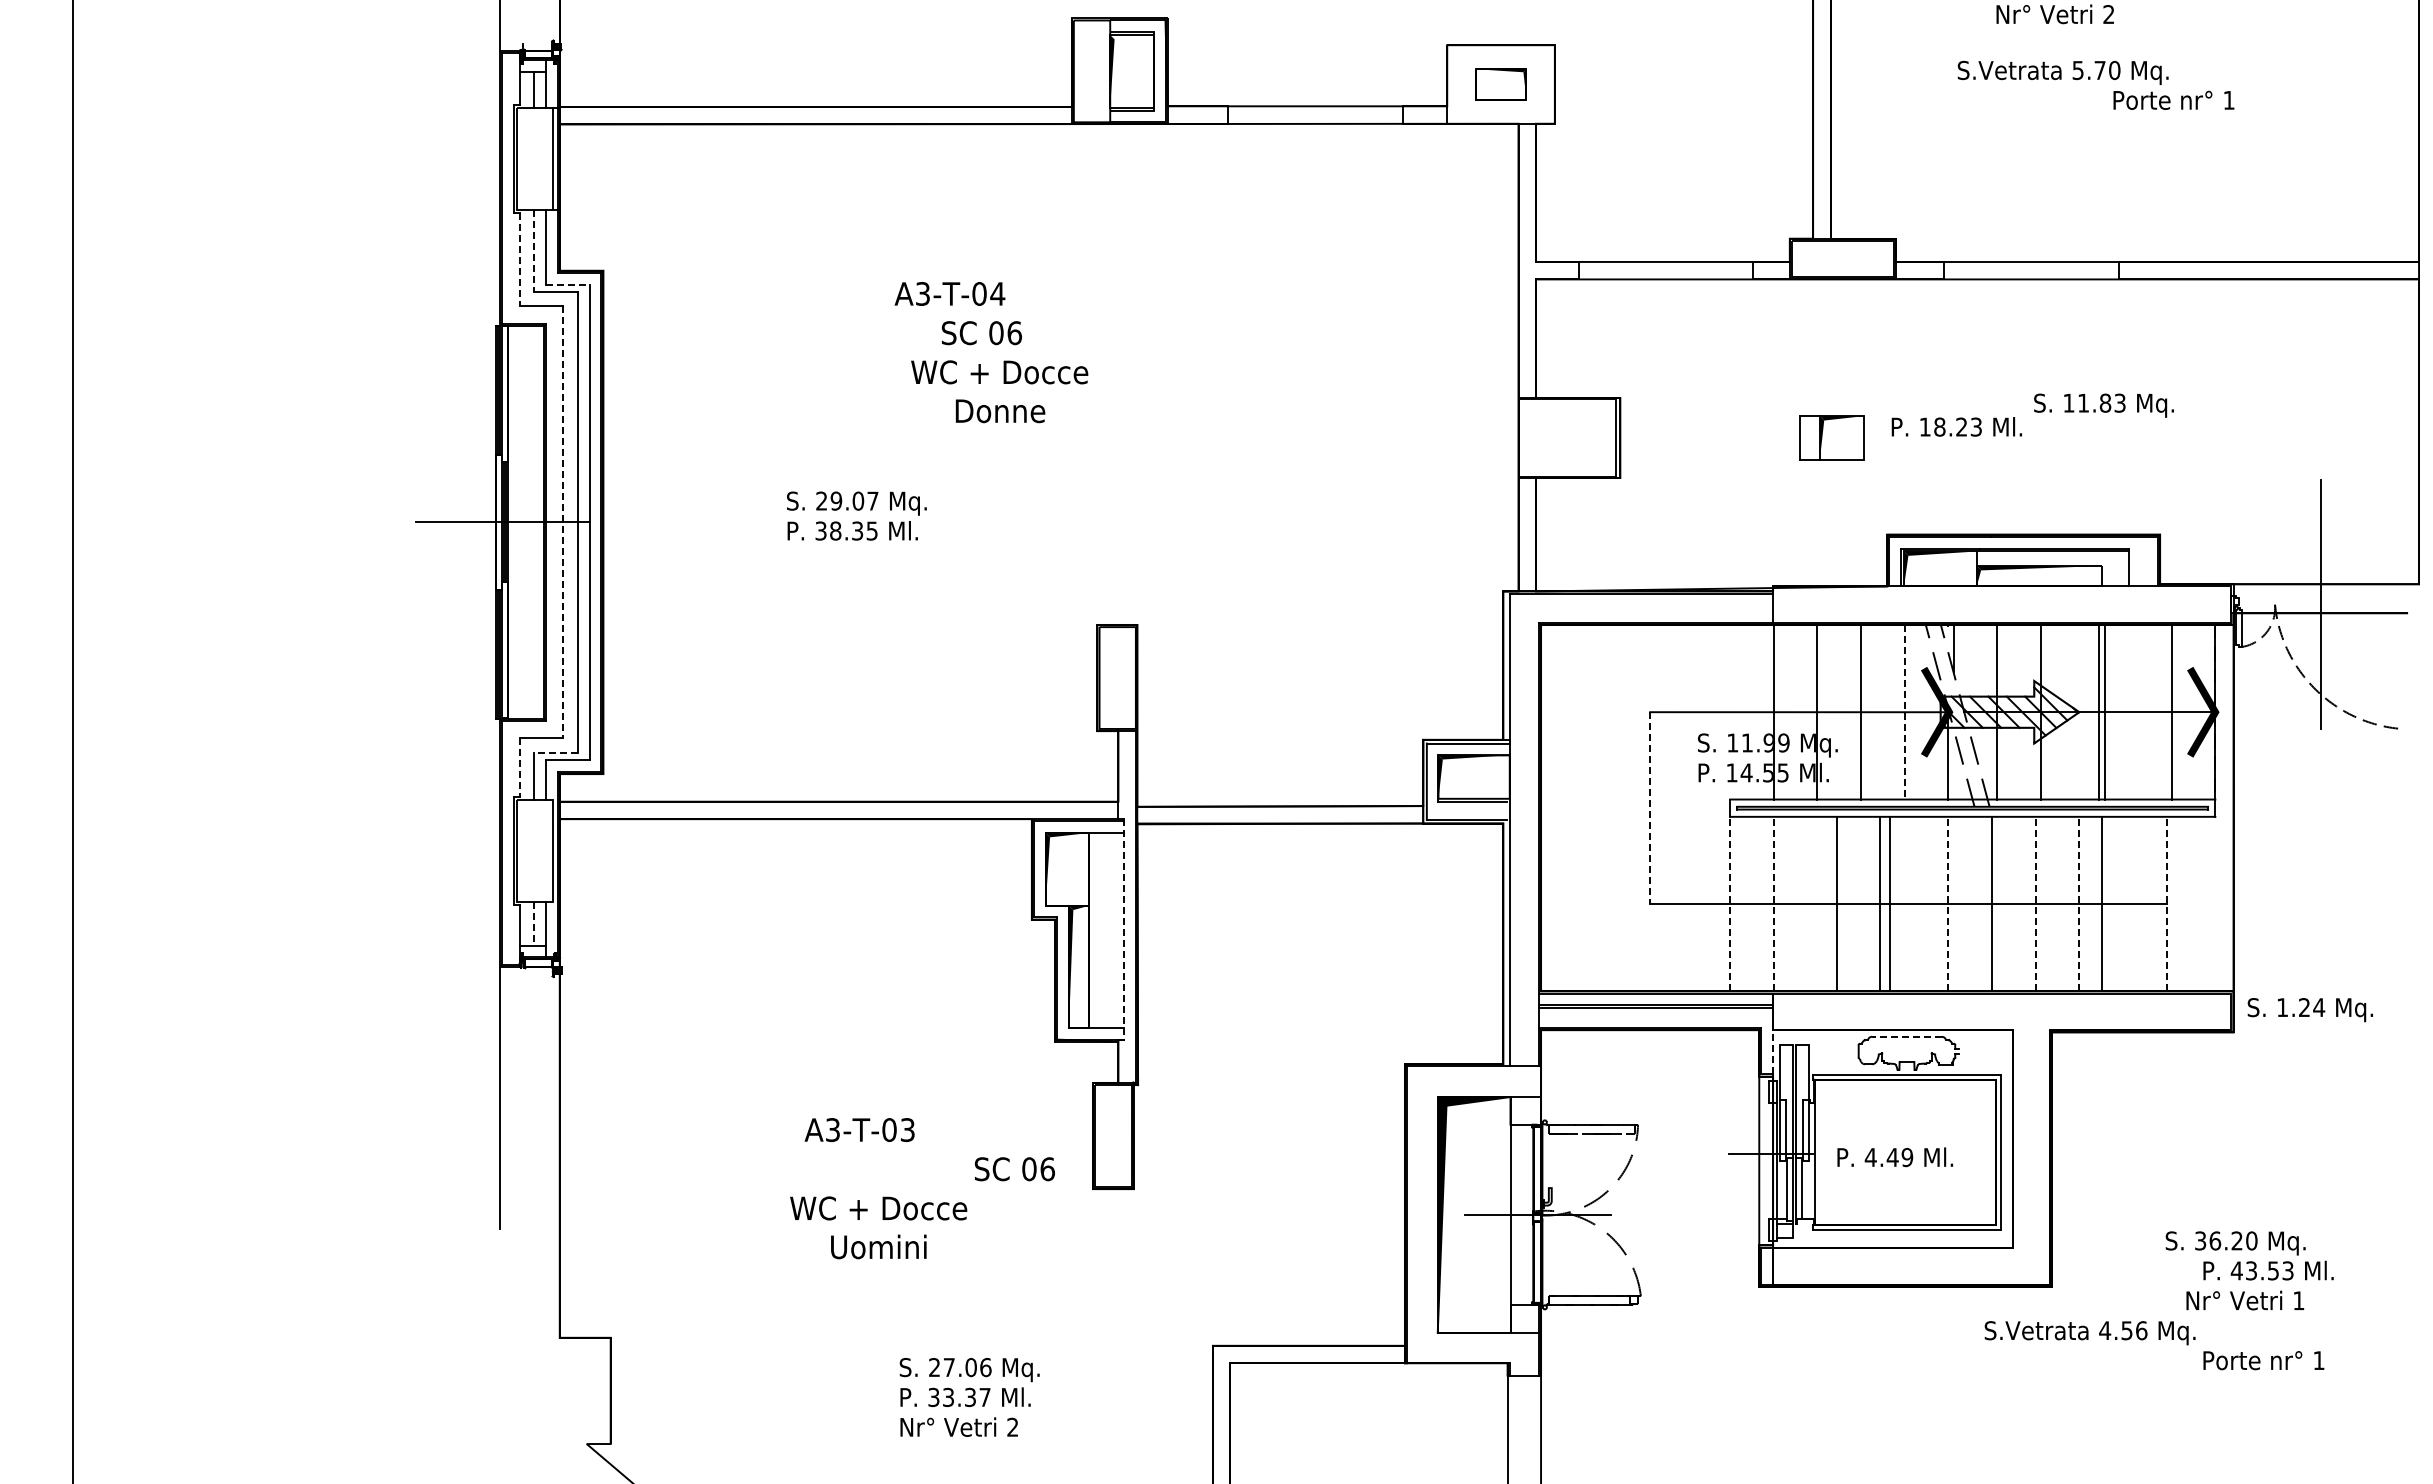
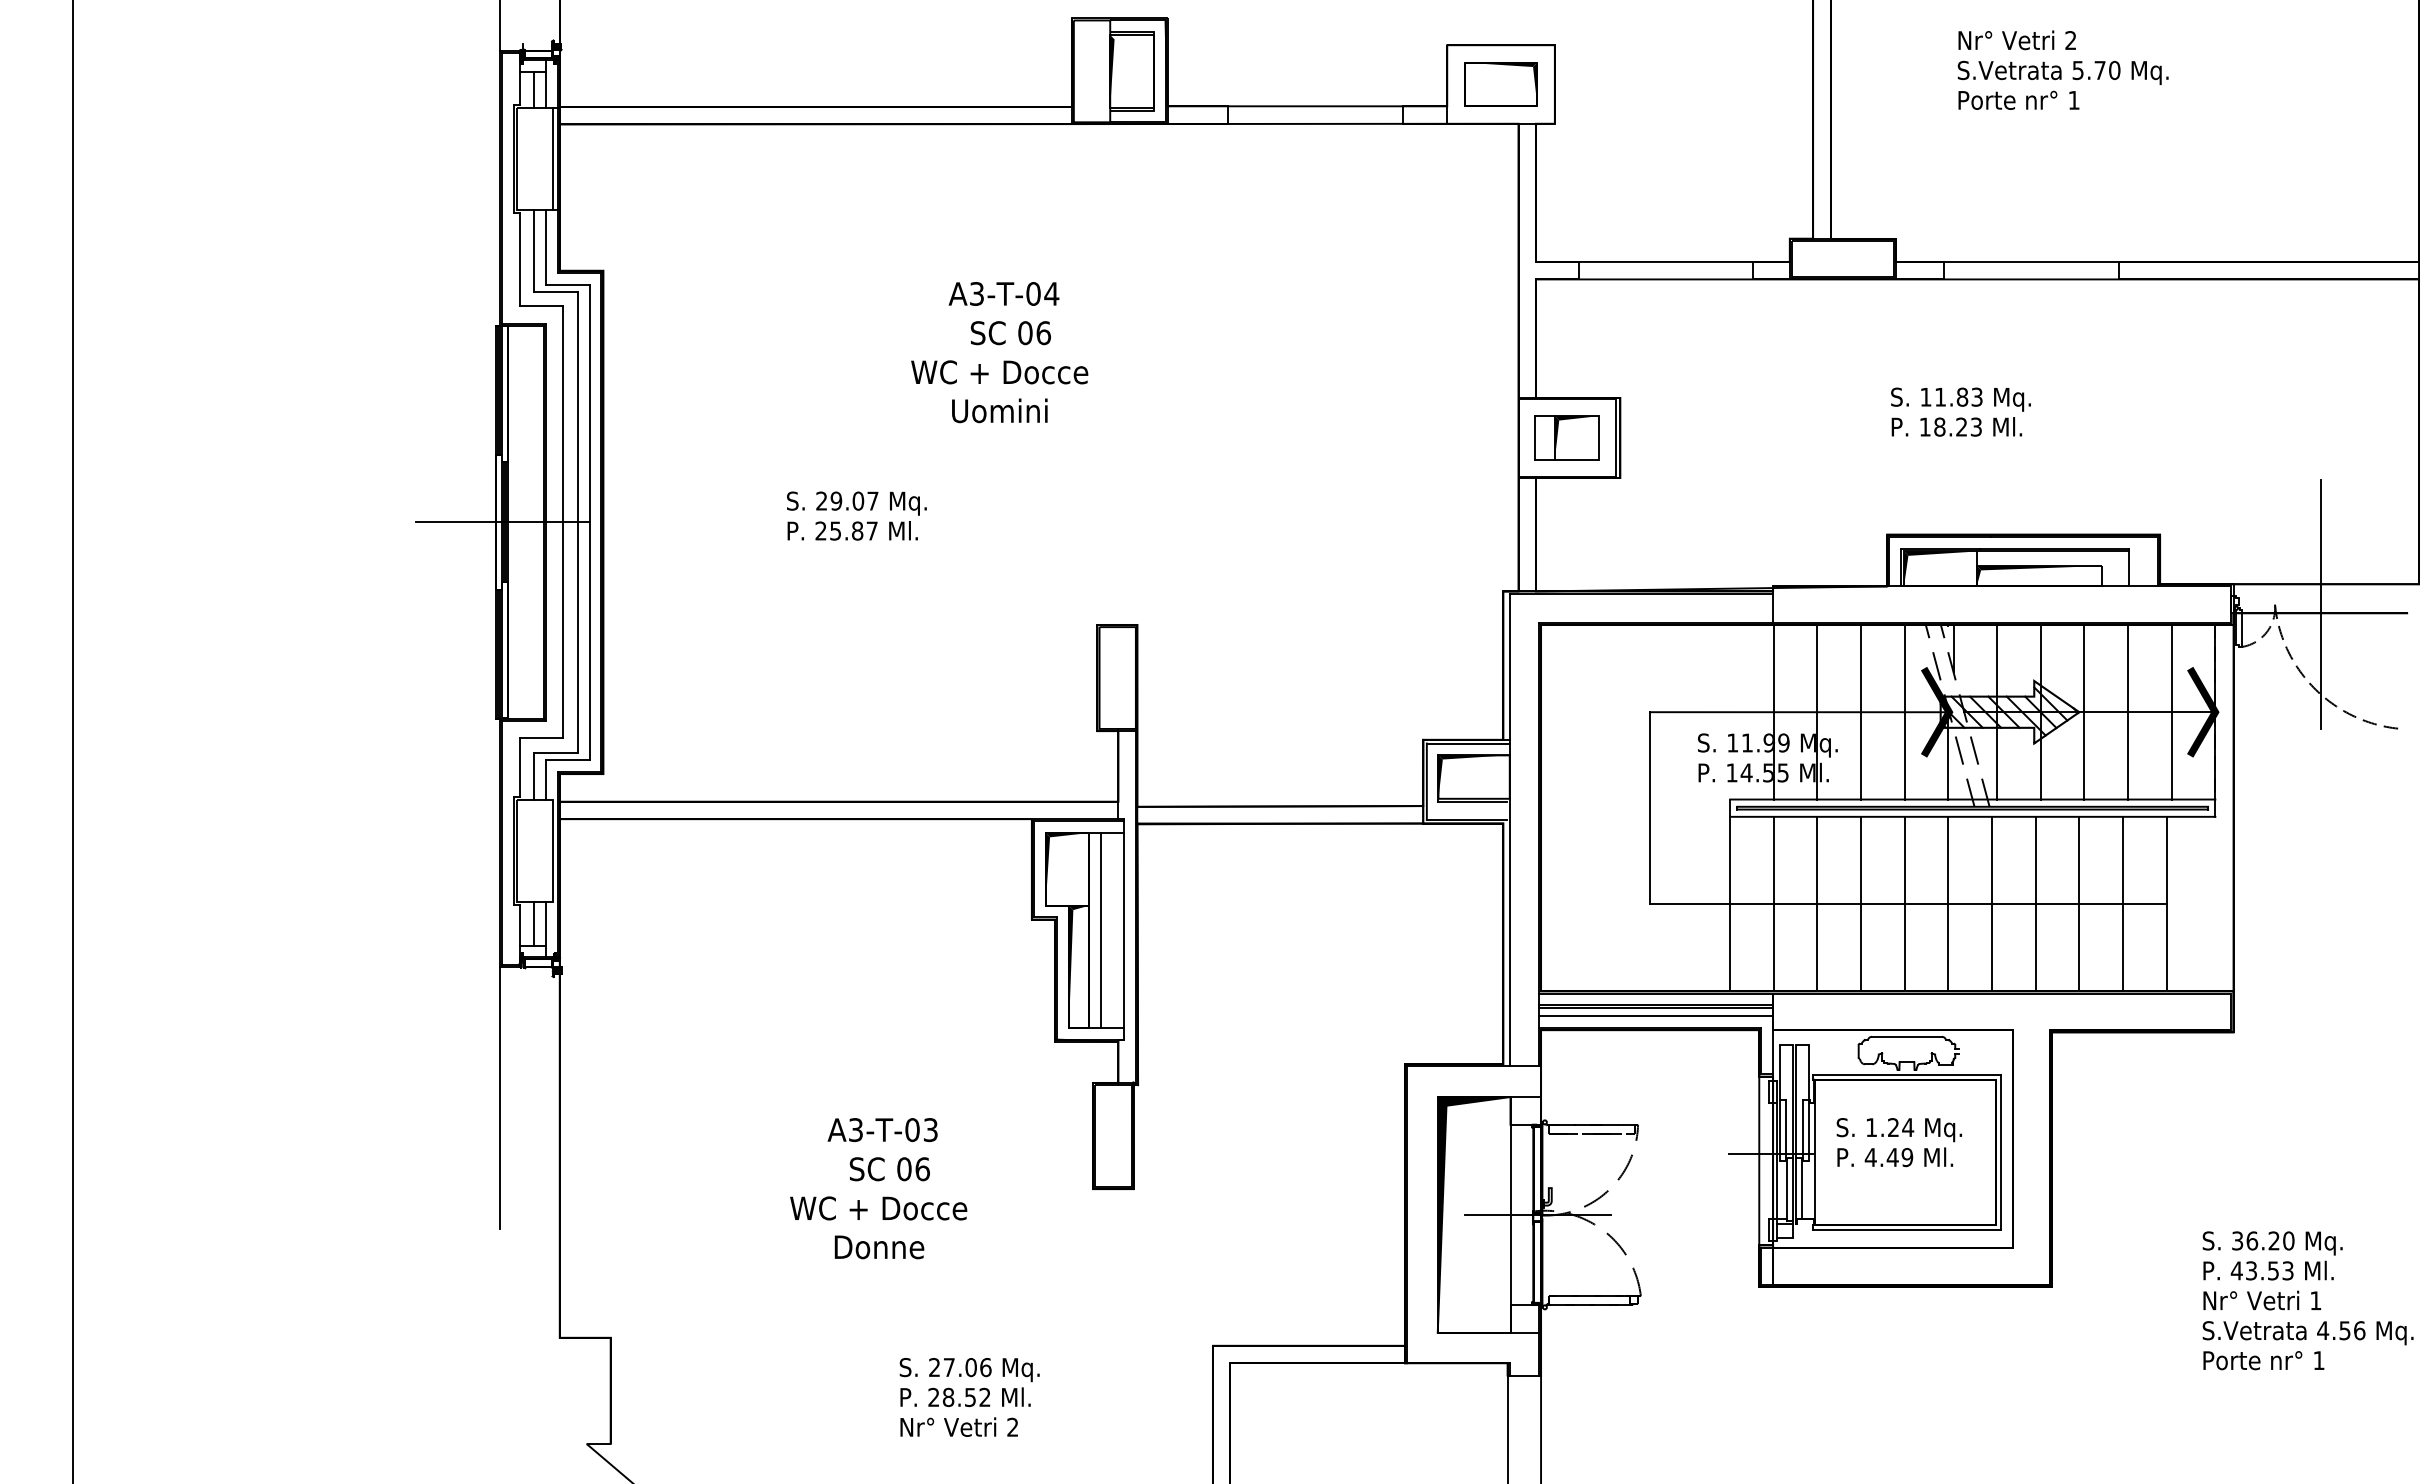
text at (2054, 14) position: (2054, 14) -> (2016, 40)
part at (1500, 84) size: 52x33 px -> 74x45 px
text at (2173, 99) position: (2173, 99) -> (2018, 99)
line at (534, 251): dashed -> solid
line at (519, 259): dashed -> solid
line at (567, 284): dashed -> solid
text at (949, 293) position: (949, 293) -> (1003, 293)
text at (981, 333) position: (981, 333) -> (1010, 333)
text at (2103, 405) position: (2103, 405) -> (1960, 399)
text at (999, 410): WC + Docce Donne -> WC + Docce Uomini
part at (1831, 437) position: (1831, 437) -> (1566, 437)
line at (563, 522): dashed -> solid
text at (846, 530): 38.35 -> 25.87
line at (2099, 711) position: (2099, 711) -> (2084, 711)
line at (2105, 711) position: (2105, 711) -> (2128, 711)
line at (1904, 712): dashed -> solid
line at (556, 753): dashed -> solid
line at (519, 768): dashed -> solid
line at (1650, 808): dashed -> solid
line at (1730, 903): dashed -> solid
line at (1773, 903): dashed -> solid
line at (1837, 903) position: (1837, 903) -> (1817, 903)
line at (1880, 903) position: (1880, 903) -> (1861, 903)
line at (1889, 903) position: (1889, 903) -> (1904, 903)
line at (1948, 903): dashed -> solid
line at (2035, 903): dashed -> solid
line at (2079, 903): dashed -> solid
line at (2101, 903) position: (2101, 903) -> (2122, 903)
line at (2166, 903): dashed -> solid
line at (534, 923): dashed -> solid
line at (1100, 929): none -> present
line at (1123, 929): dashed -> solid
text at (2309, 1010) position: (2309, 1010) -> (1898, 1130)
line at (1655, 1016): none -> present
line at (1906, 1036): dashed -> solid
line at (1773, 1051): dashed -> solid
text at (859, 1130) position: (859, 1130) -> (882, 1130)
text at (1014, 1169) position: (1014, 1169) -> (889, 1169)
text at (2235, 1243) position: (2235, 1243) -> (2272, 1243)
text at (878, 1246): WC + Docce Uomini -> WC + Docce Donne
text at (2245, 1300) position: (2245, 1300) -> (2262, 1300)
text at (2089, 1333) position: (2089, 1333) -> (2307, 1333)
text at (959, 1397): 33.37 -> 28.52
